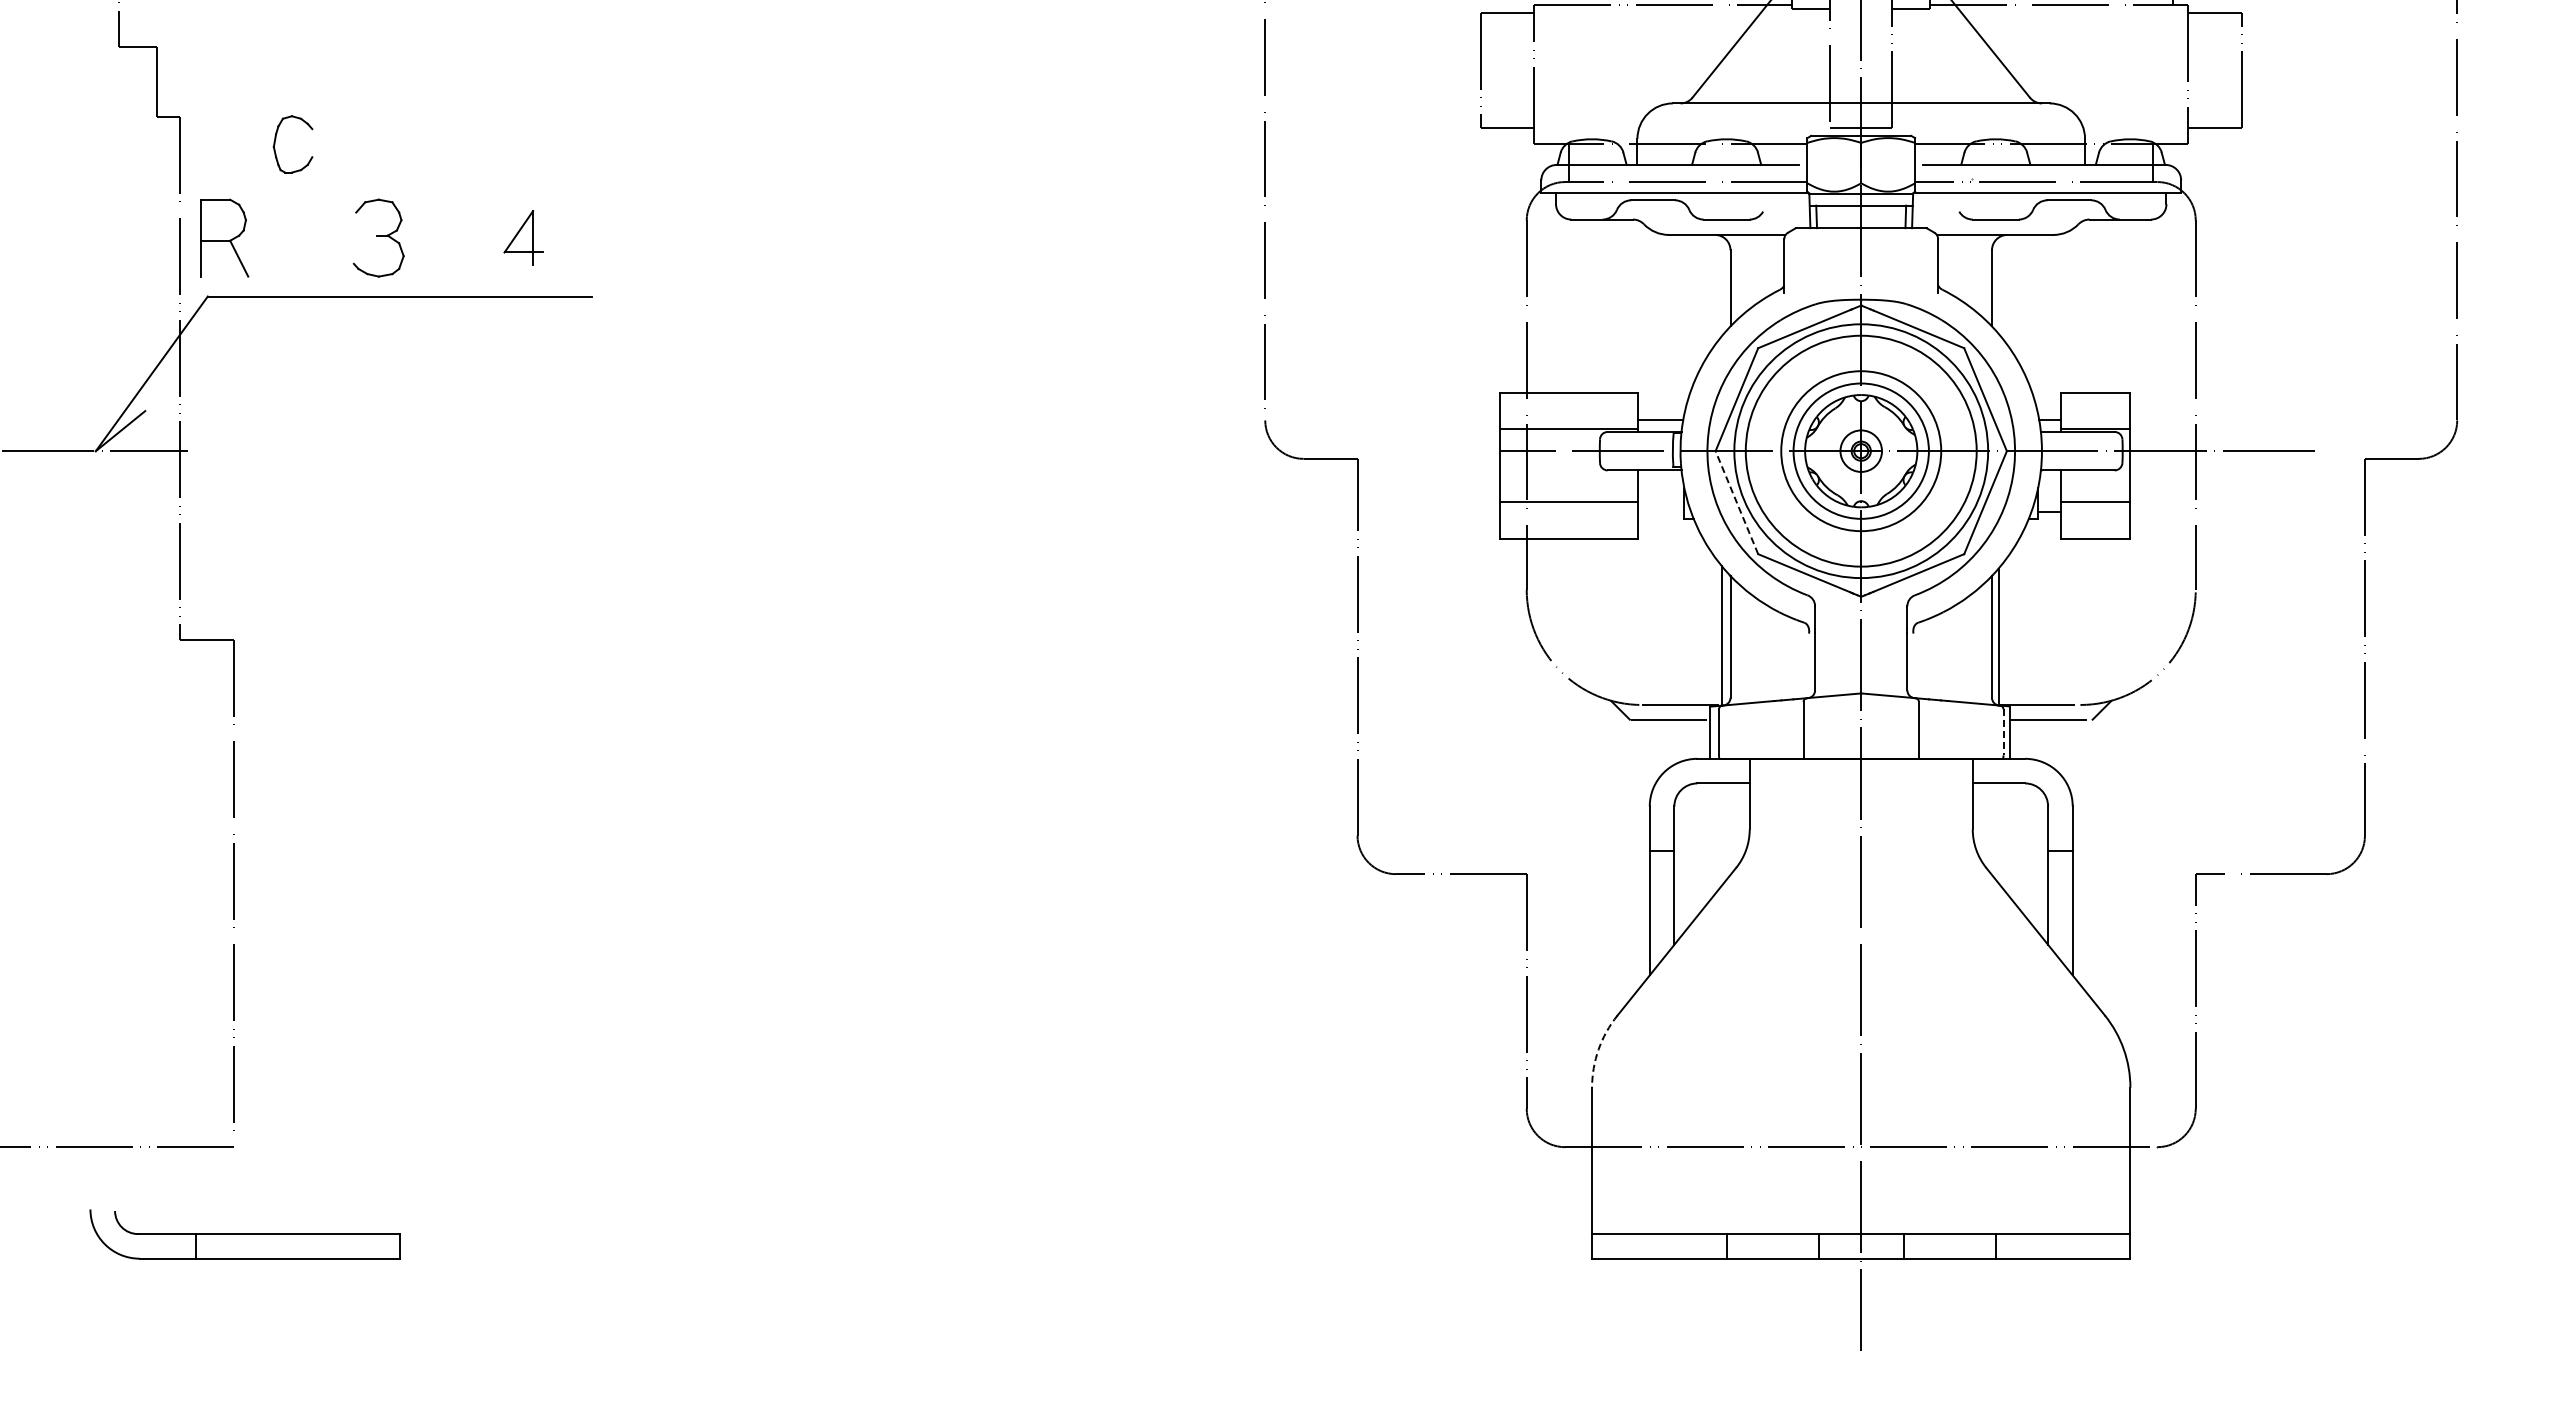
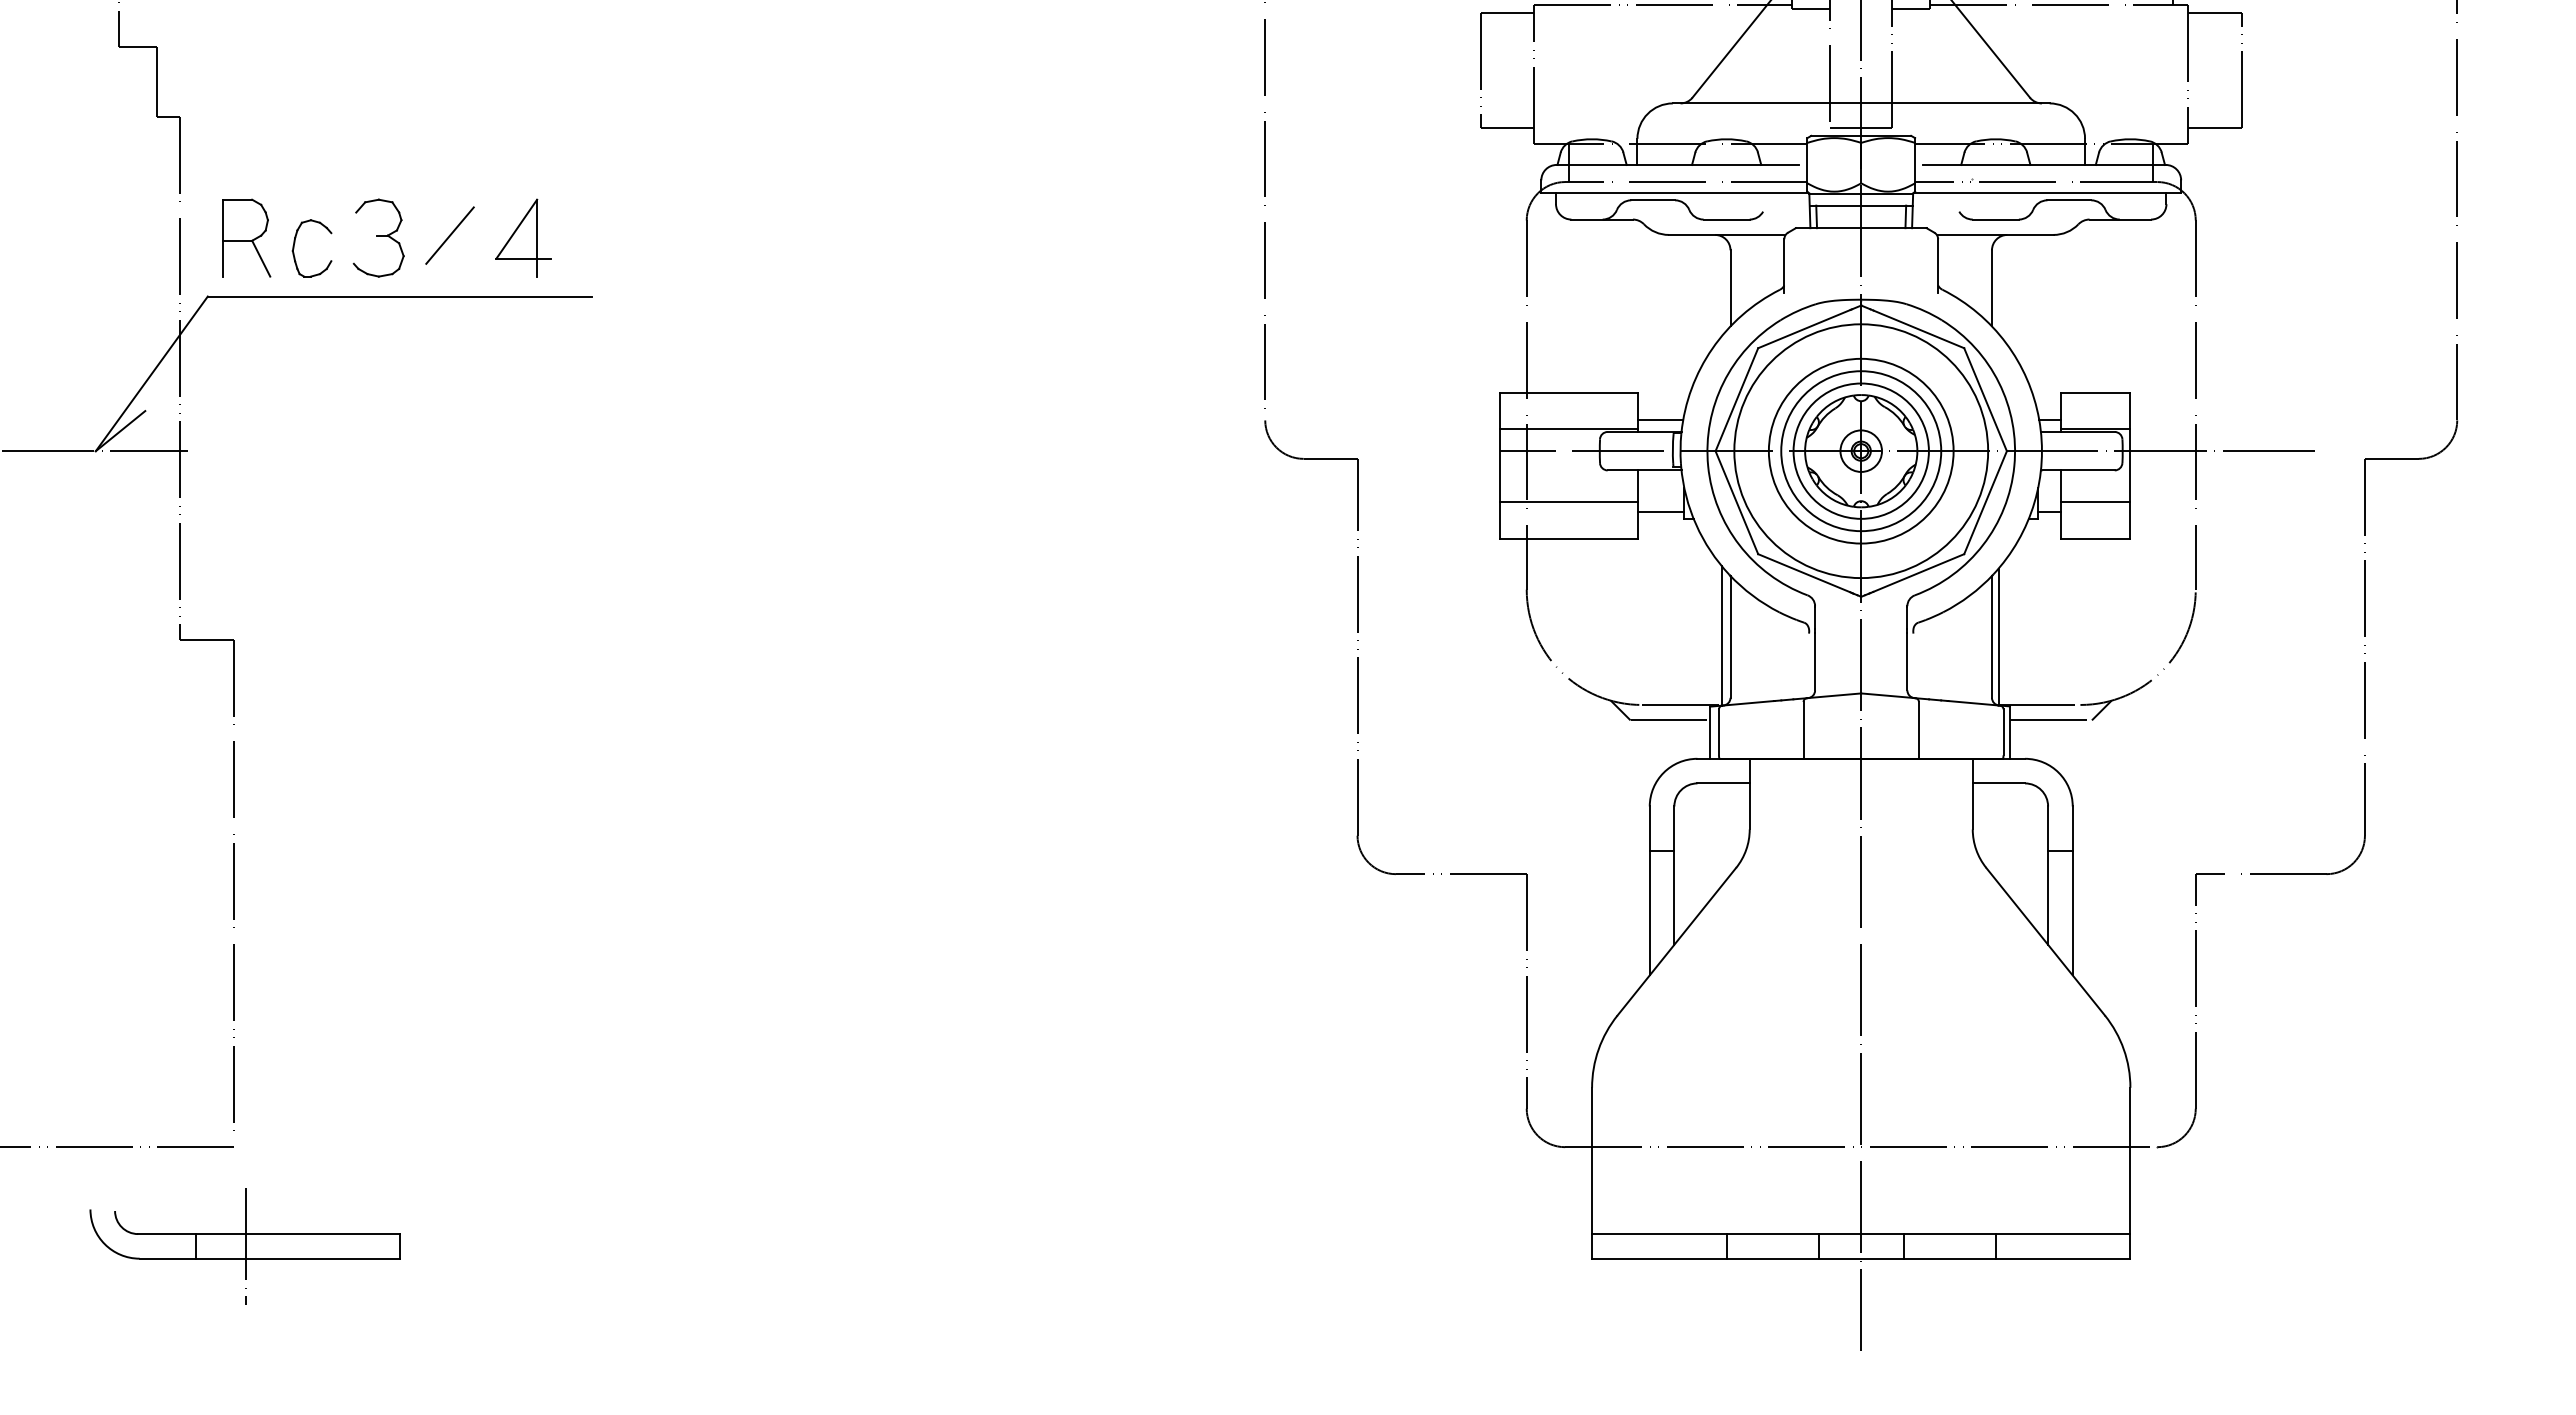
part at (276, 139) position: (276, 139) -> (295, 243)
line at (449, 235): none -> present
part at (224, 237) position: (224, 237) -> (246, 237)
part at (523, 237) size: 41x56 px -> 57x80 px
circle at (1860, 450) diameter: 231 px -> 185 px
line at (1736, 502): dashed -> solid
line at (1661, 511): none -> present
line at (2003, 732): dashed -> solid
arc at (1598, 1049): dashed -> solid
line at (245, 1245): none -> present
